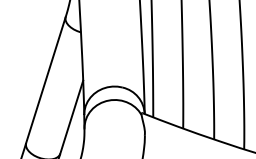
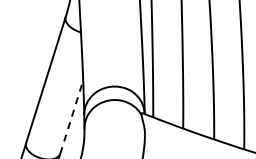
line at (71, 116): solid -> dashed
